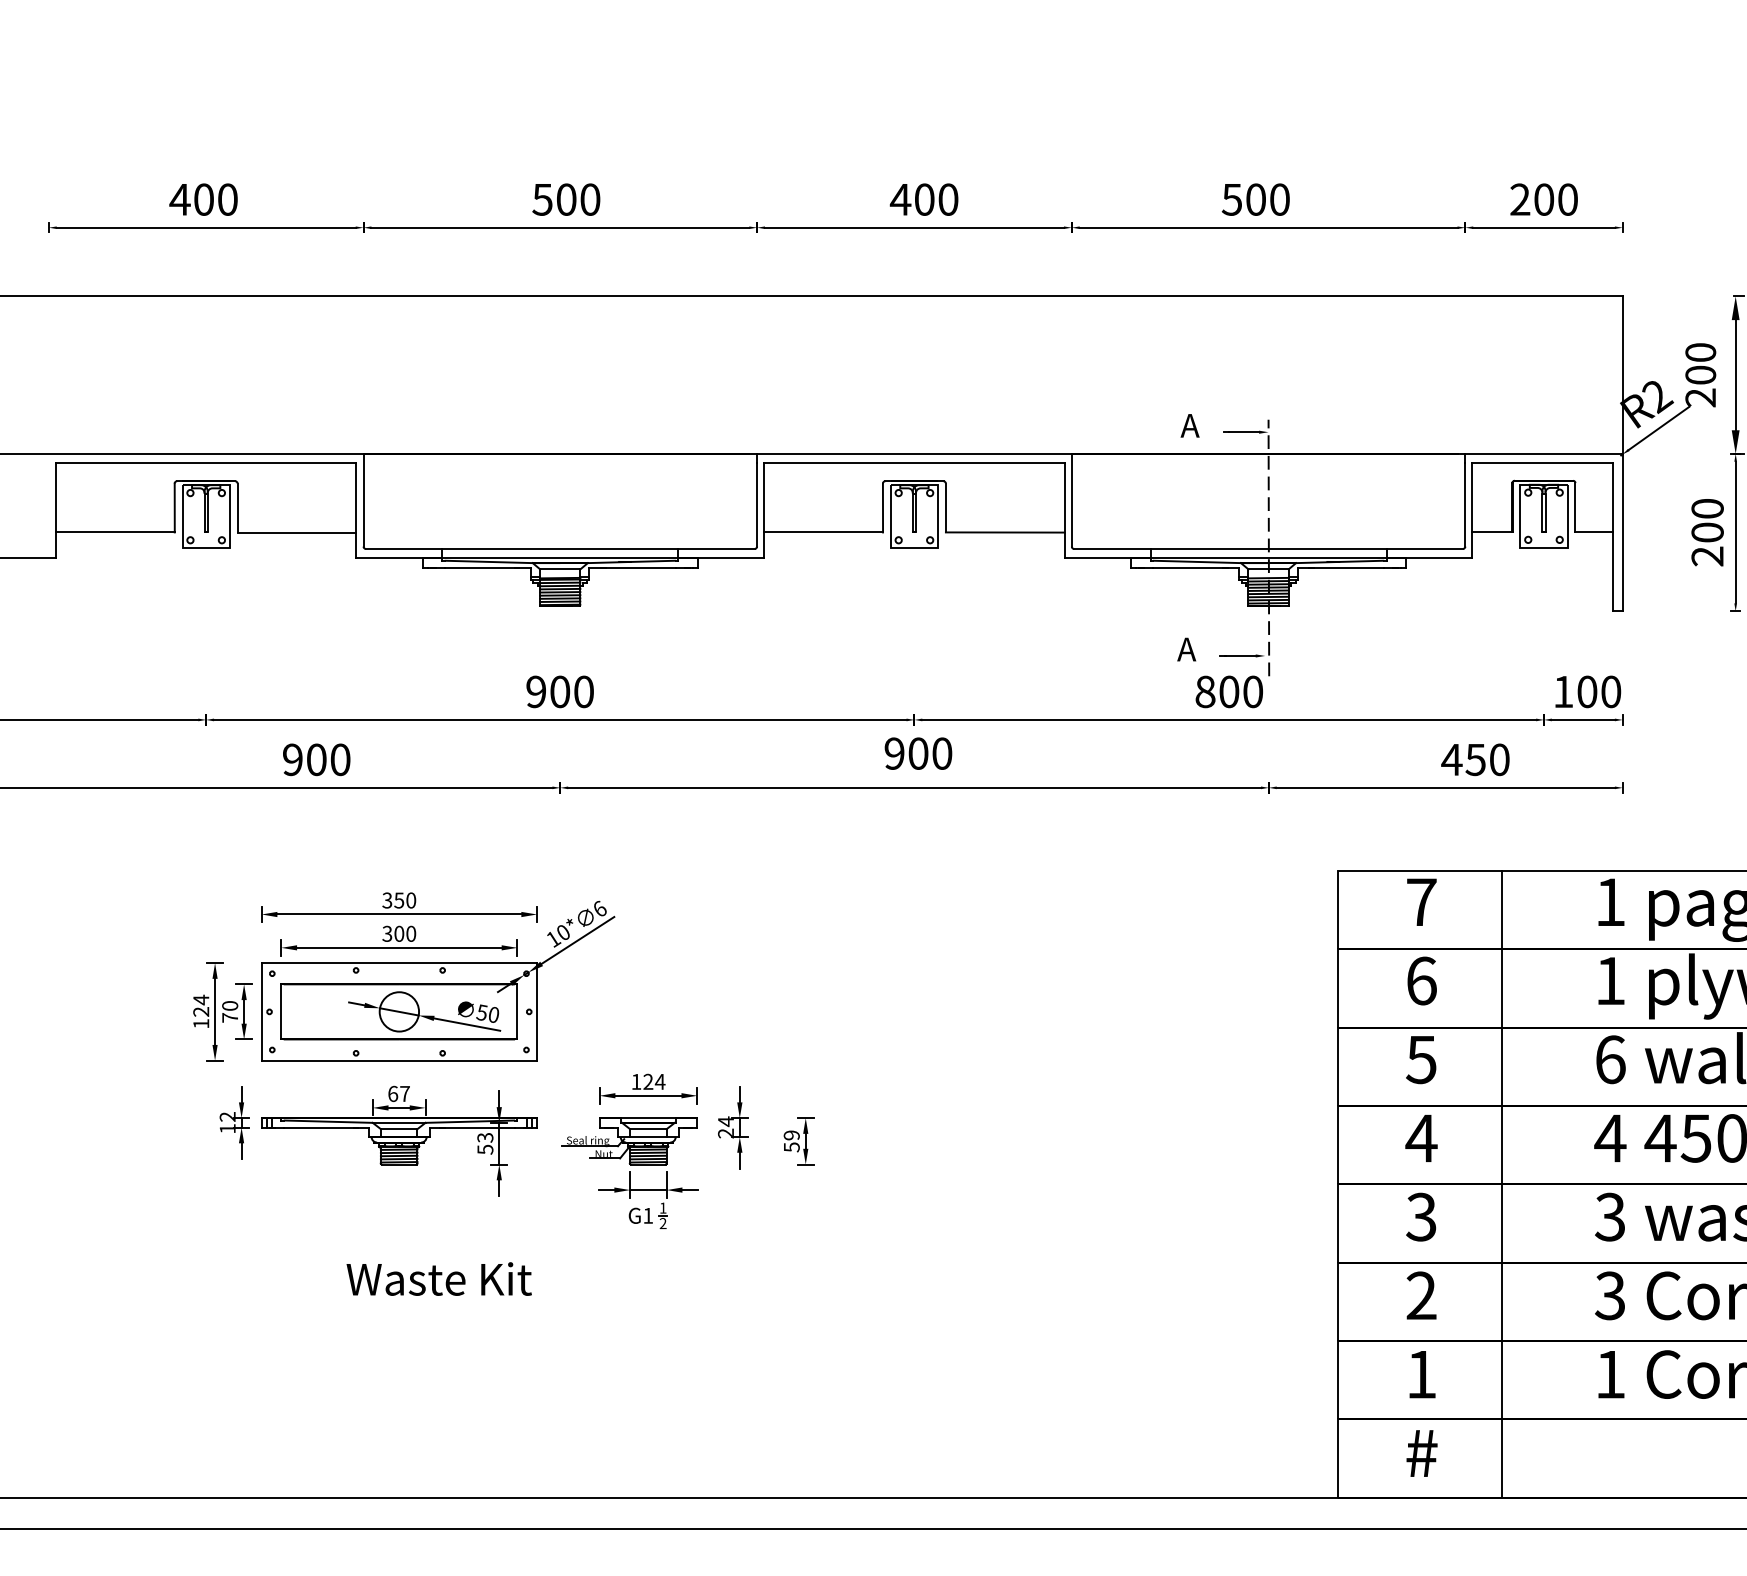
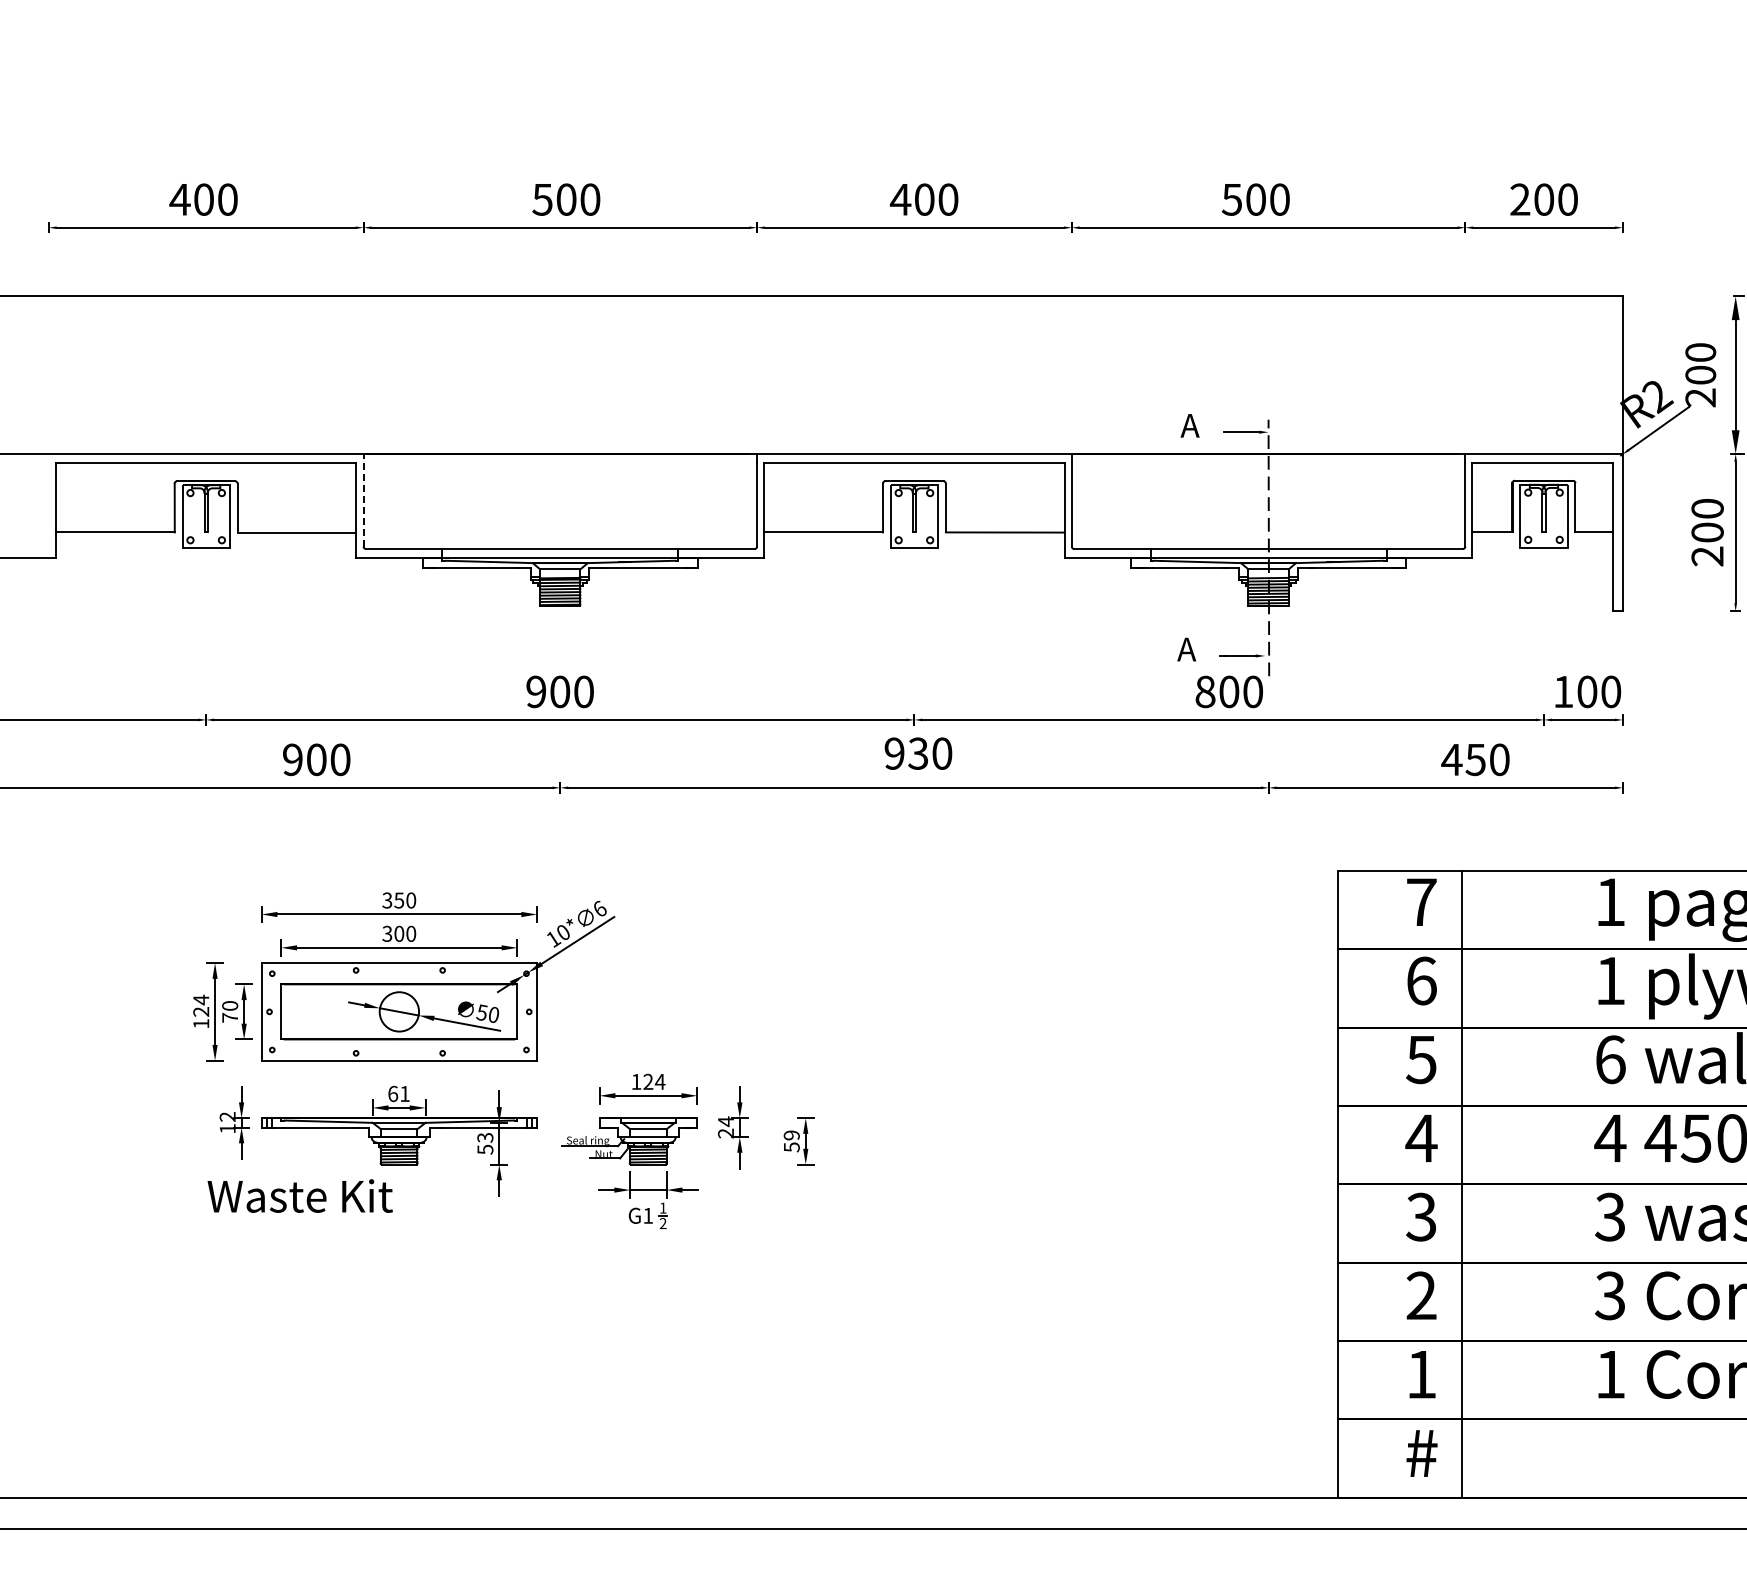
line at (363, 499): solid -> dashed
text at (918, 753): 900 -> 930
text at (404, 1093): 67 -> 61
line at (1501, 1183) position: (1501, 1183) -> (1461, 1183)
text at (438, 1278) position: (438, 1278) -> (299, 1195)
